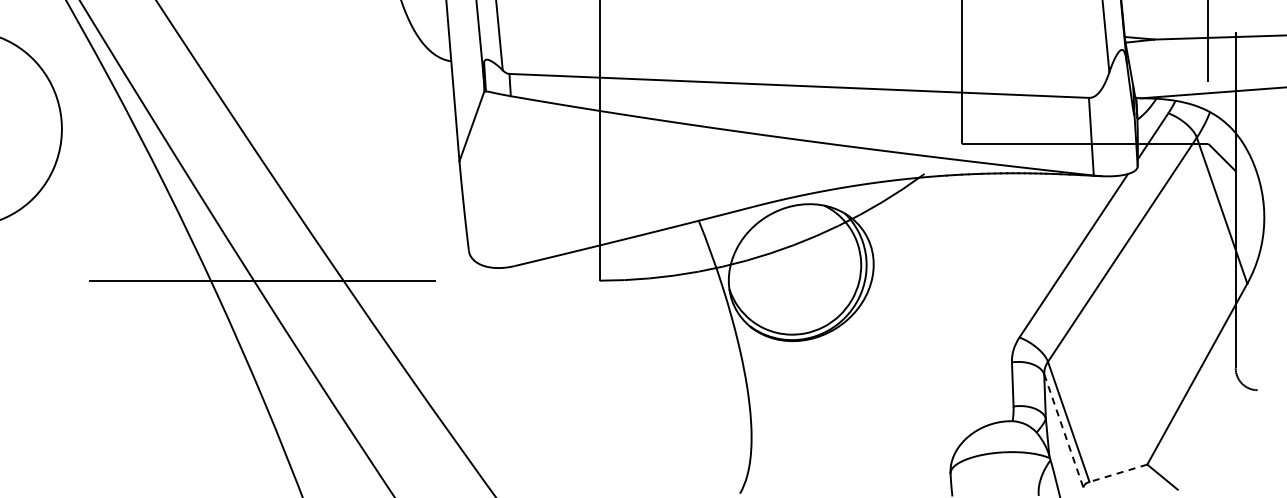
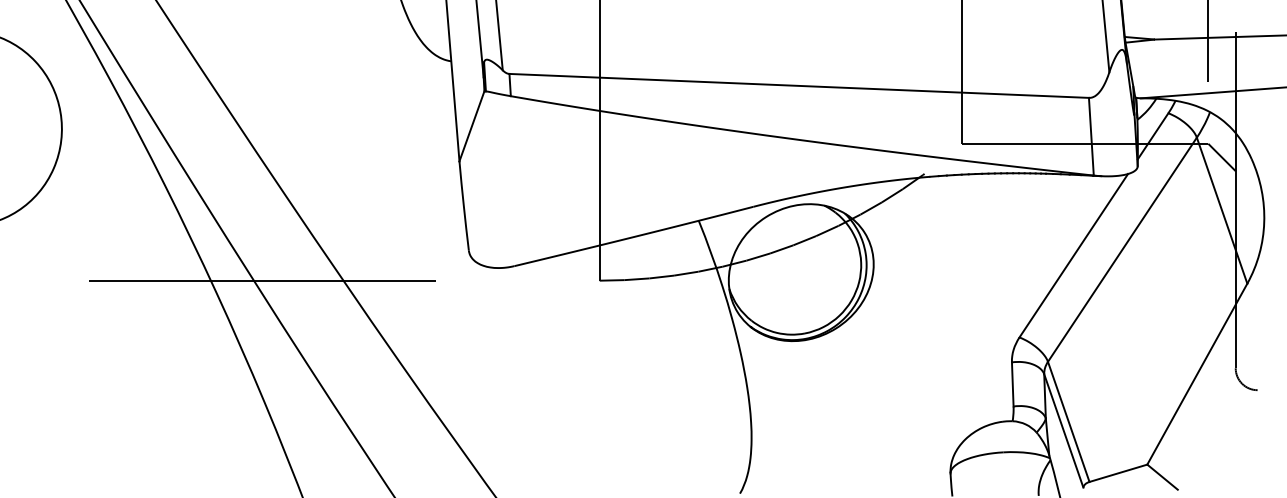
line at (1063, 430): dashed -> solid
line at (1117, 473): dashed -> solid
